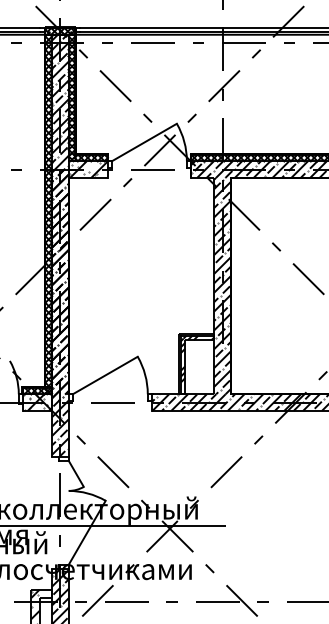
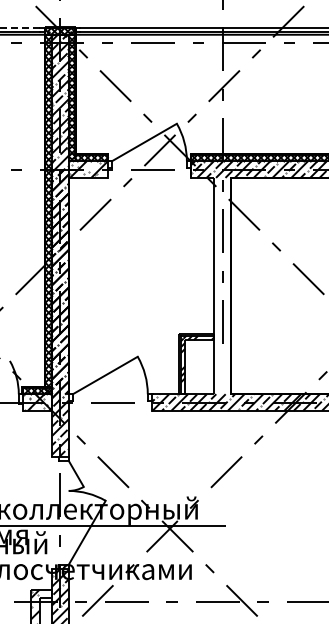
line at (20, 27): solid -> dashed
hatch at (222, 285): present -> none
